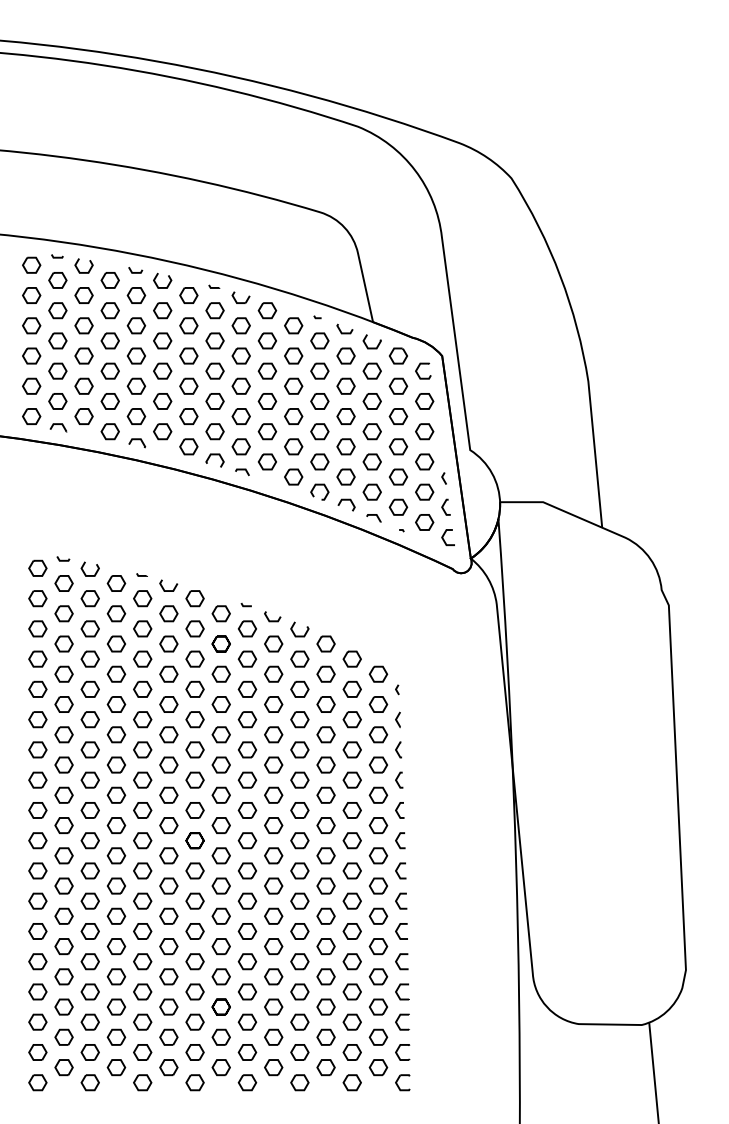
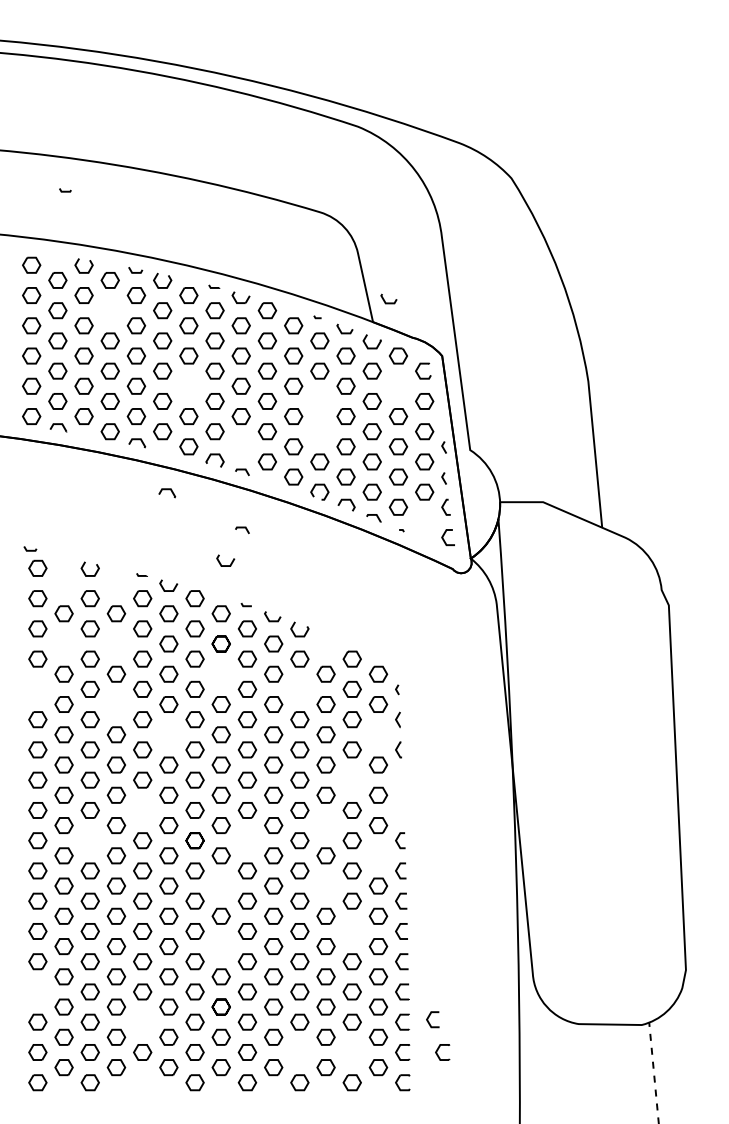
line at (57, 256) position: (57, 256) -> (65, 190)
line at (385, 300): none -> present
part at (109, 310): present -> none
part at (188, 385): present -> none
part at (398, 385): present -> none
part at (319, 401): present -> none
part at (319, 431): present -> none
part at (240, 446): present -> none
line at (443, 447): none -> present
line at (167, 490): none -> present
part at (424, 522): present -> none
line at (242, 528): none -> present
line at (63, 559) position: (63, 559) -> (30, 549)
line at (221, 563): none -> present
part at (63, 583): present -> none
part at (116, 583): present -> none
part at (63, 643): present -> none
part at (116, 643): present -> none
part at (325, 643): present -> none
part at (220, 673): present -> none
part at (37, 688): present -> none
part at (299, 688): present -> none
part at (116, 704): present -> none
part at (168, 734): present -> none
part at (378, 734): present -> none
part at (351, 779): present -> none
line at (397, 779): present -> none
part at (142, 810): present -> none
line at (397, 810): present -> none
part at (325, 825): present -> none
part at (89, 840): present -> none
part at (247, 840): present -> none
part at (378, 855): present -> none
part at (220, 885): present -> none
part at (325, 885): present -> none
part at (351, 931): present -> none
part at (220, 946): present -> none
part at (37, 991): present -> none
line at (429, 1017): none -> present
part at (142, 1021): present -> none
part at (299, 1052): present -> none
part at (351, 1052): present -> none
part at (442, 1052): none -> present
line at (653, 1072): solid -> dashed
part at (142, 1082): present -> none
